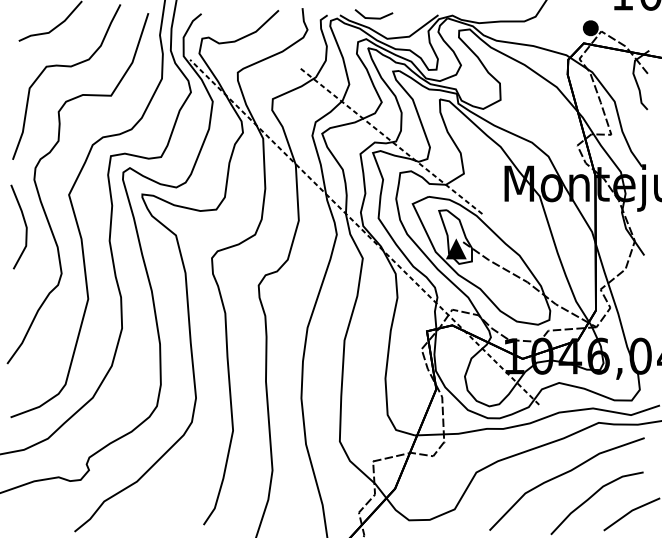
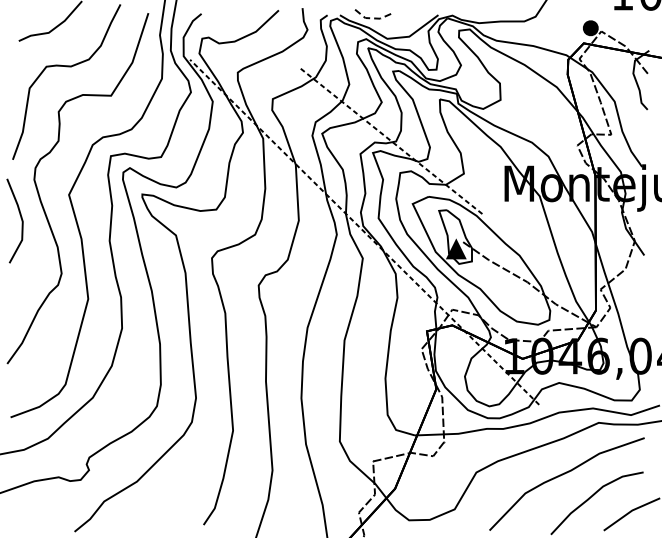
line at (373, 18): solid -> dashed
line at (24, 224) position: (24, 224) -> (20, 218)
